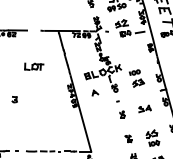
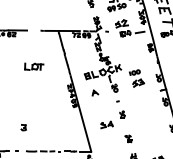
part at (14, 99) position: (14, 99) -> (23, 127)
part at (144, 108) position: (144, 108) -> (106, 124)
part at (152, 137): present -> none
